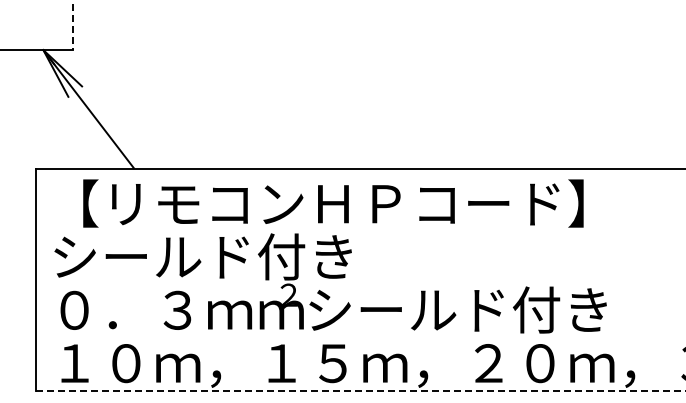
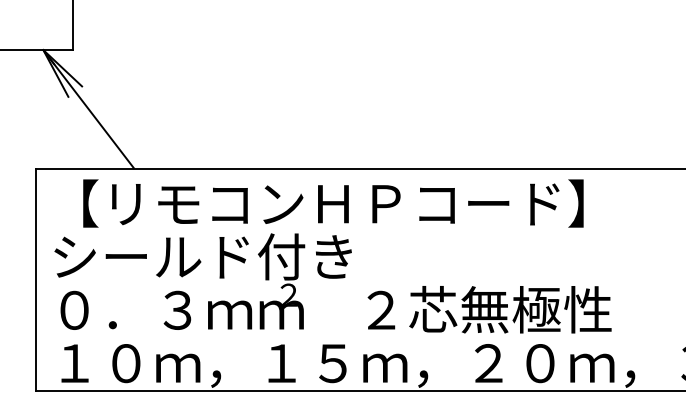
line at (72, 25): dashed -> solid
text at (460, 309): シールド付き -> ２芯無極性
line at (360, 390): dashed -> solid
